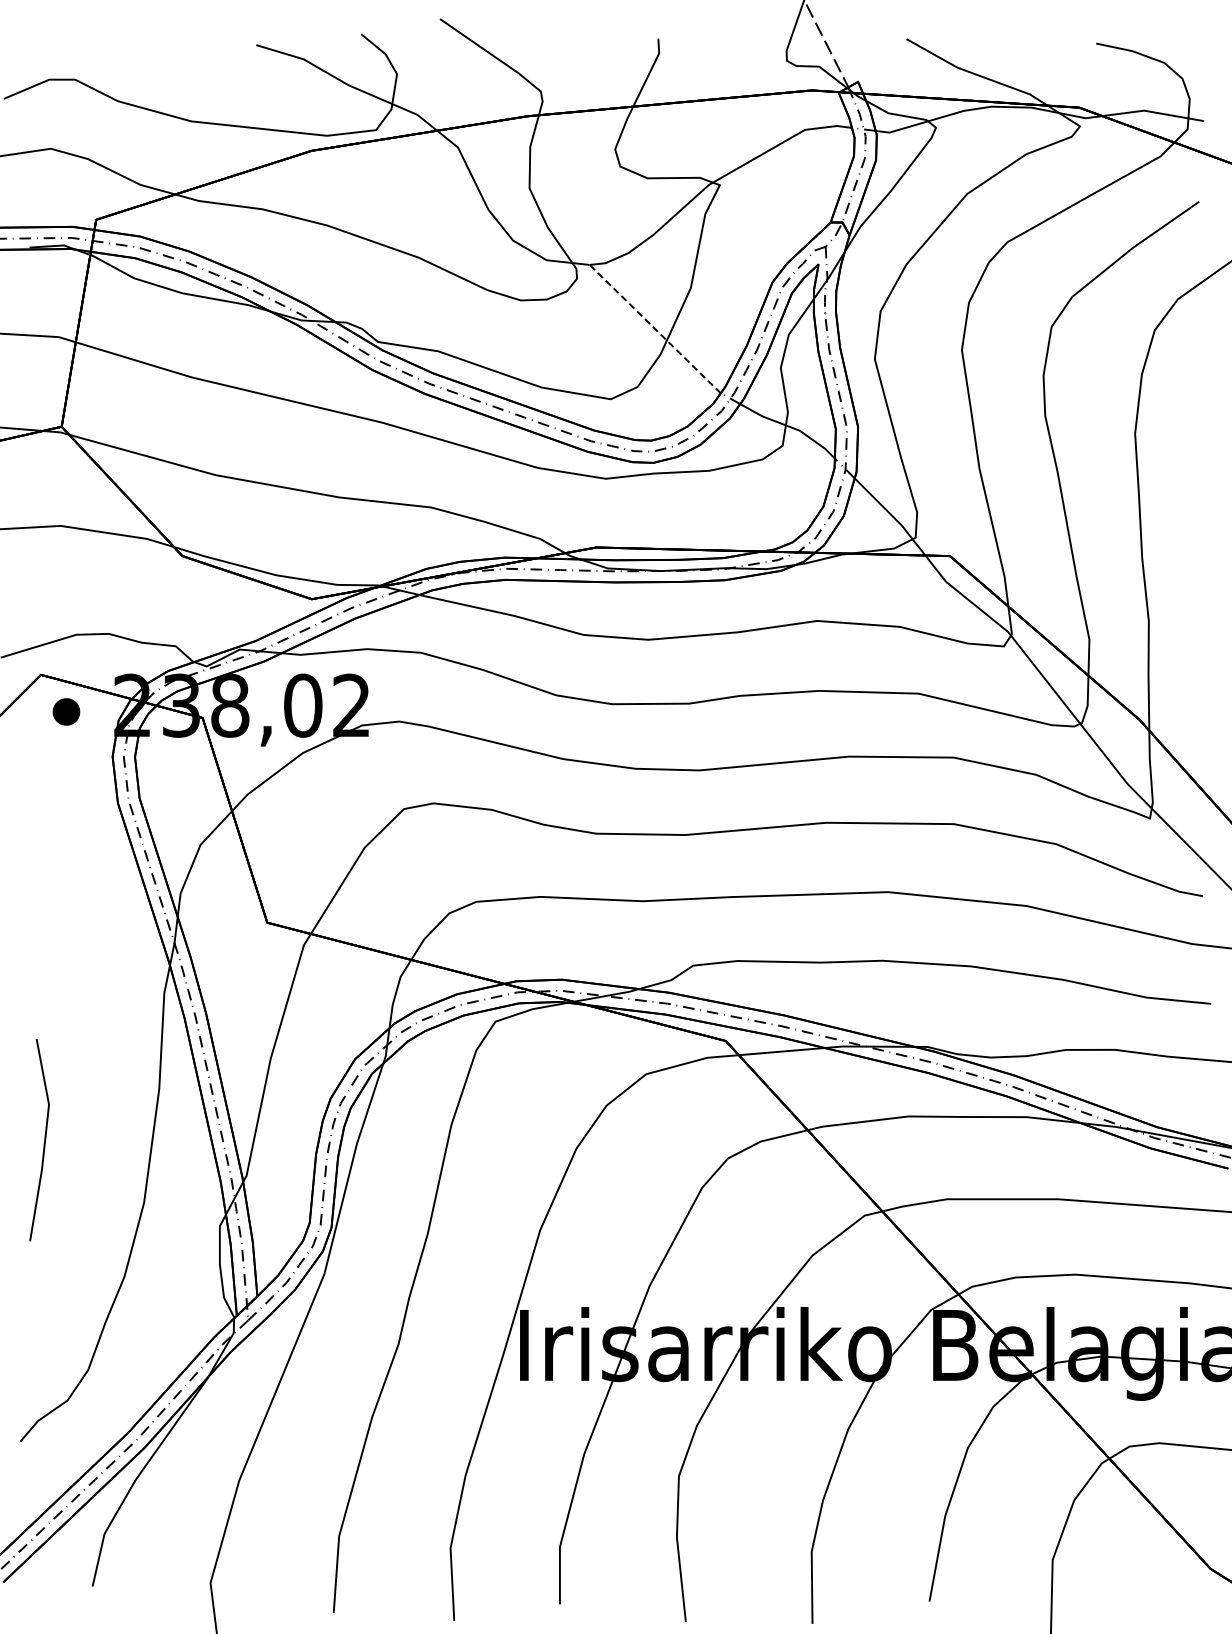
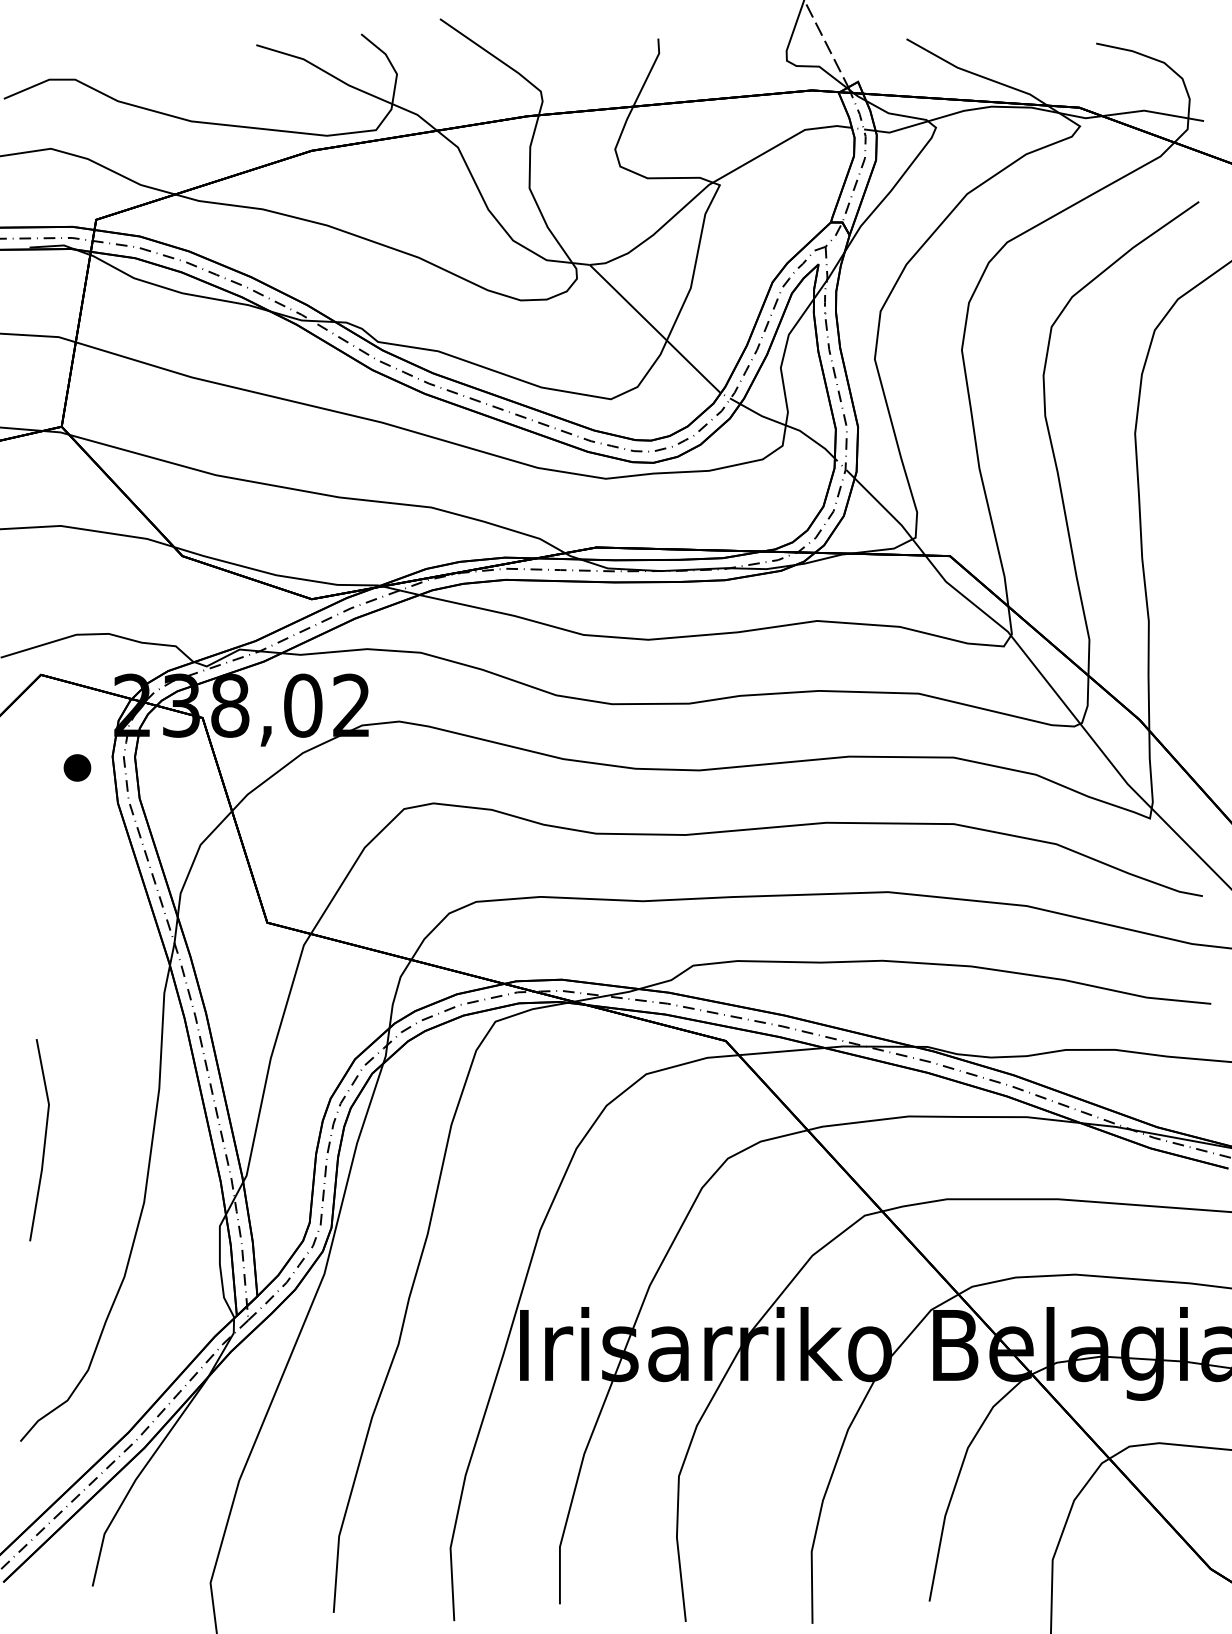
line at (655, 329): dashed -> solid
part at (66, 711) position: (66, 711) -> (77, 767)
